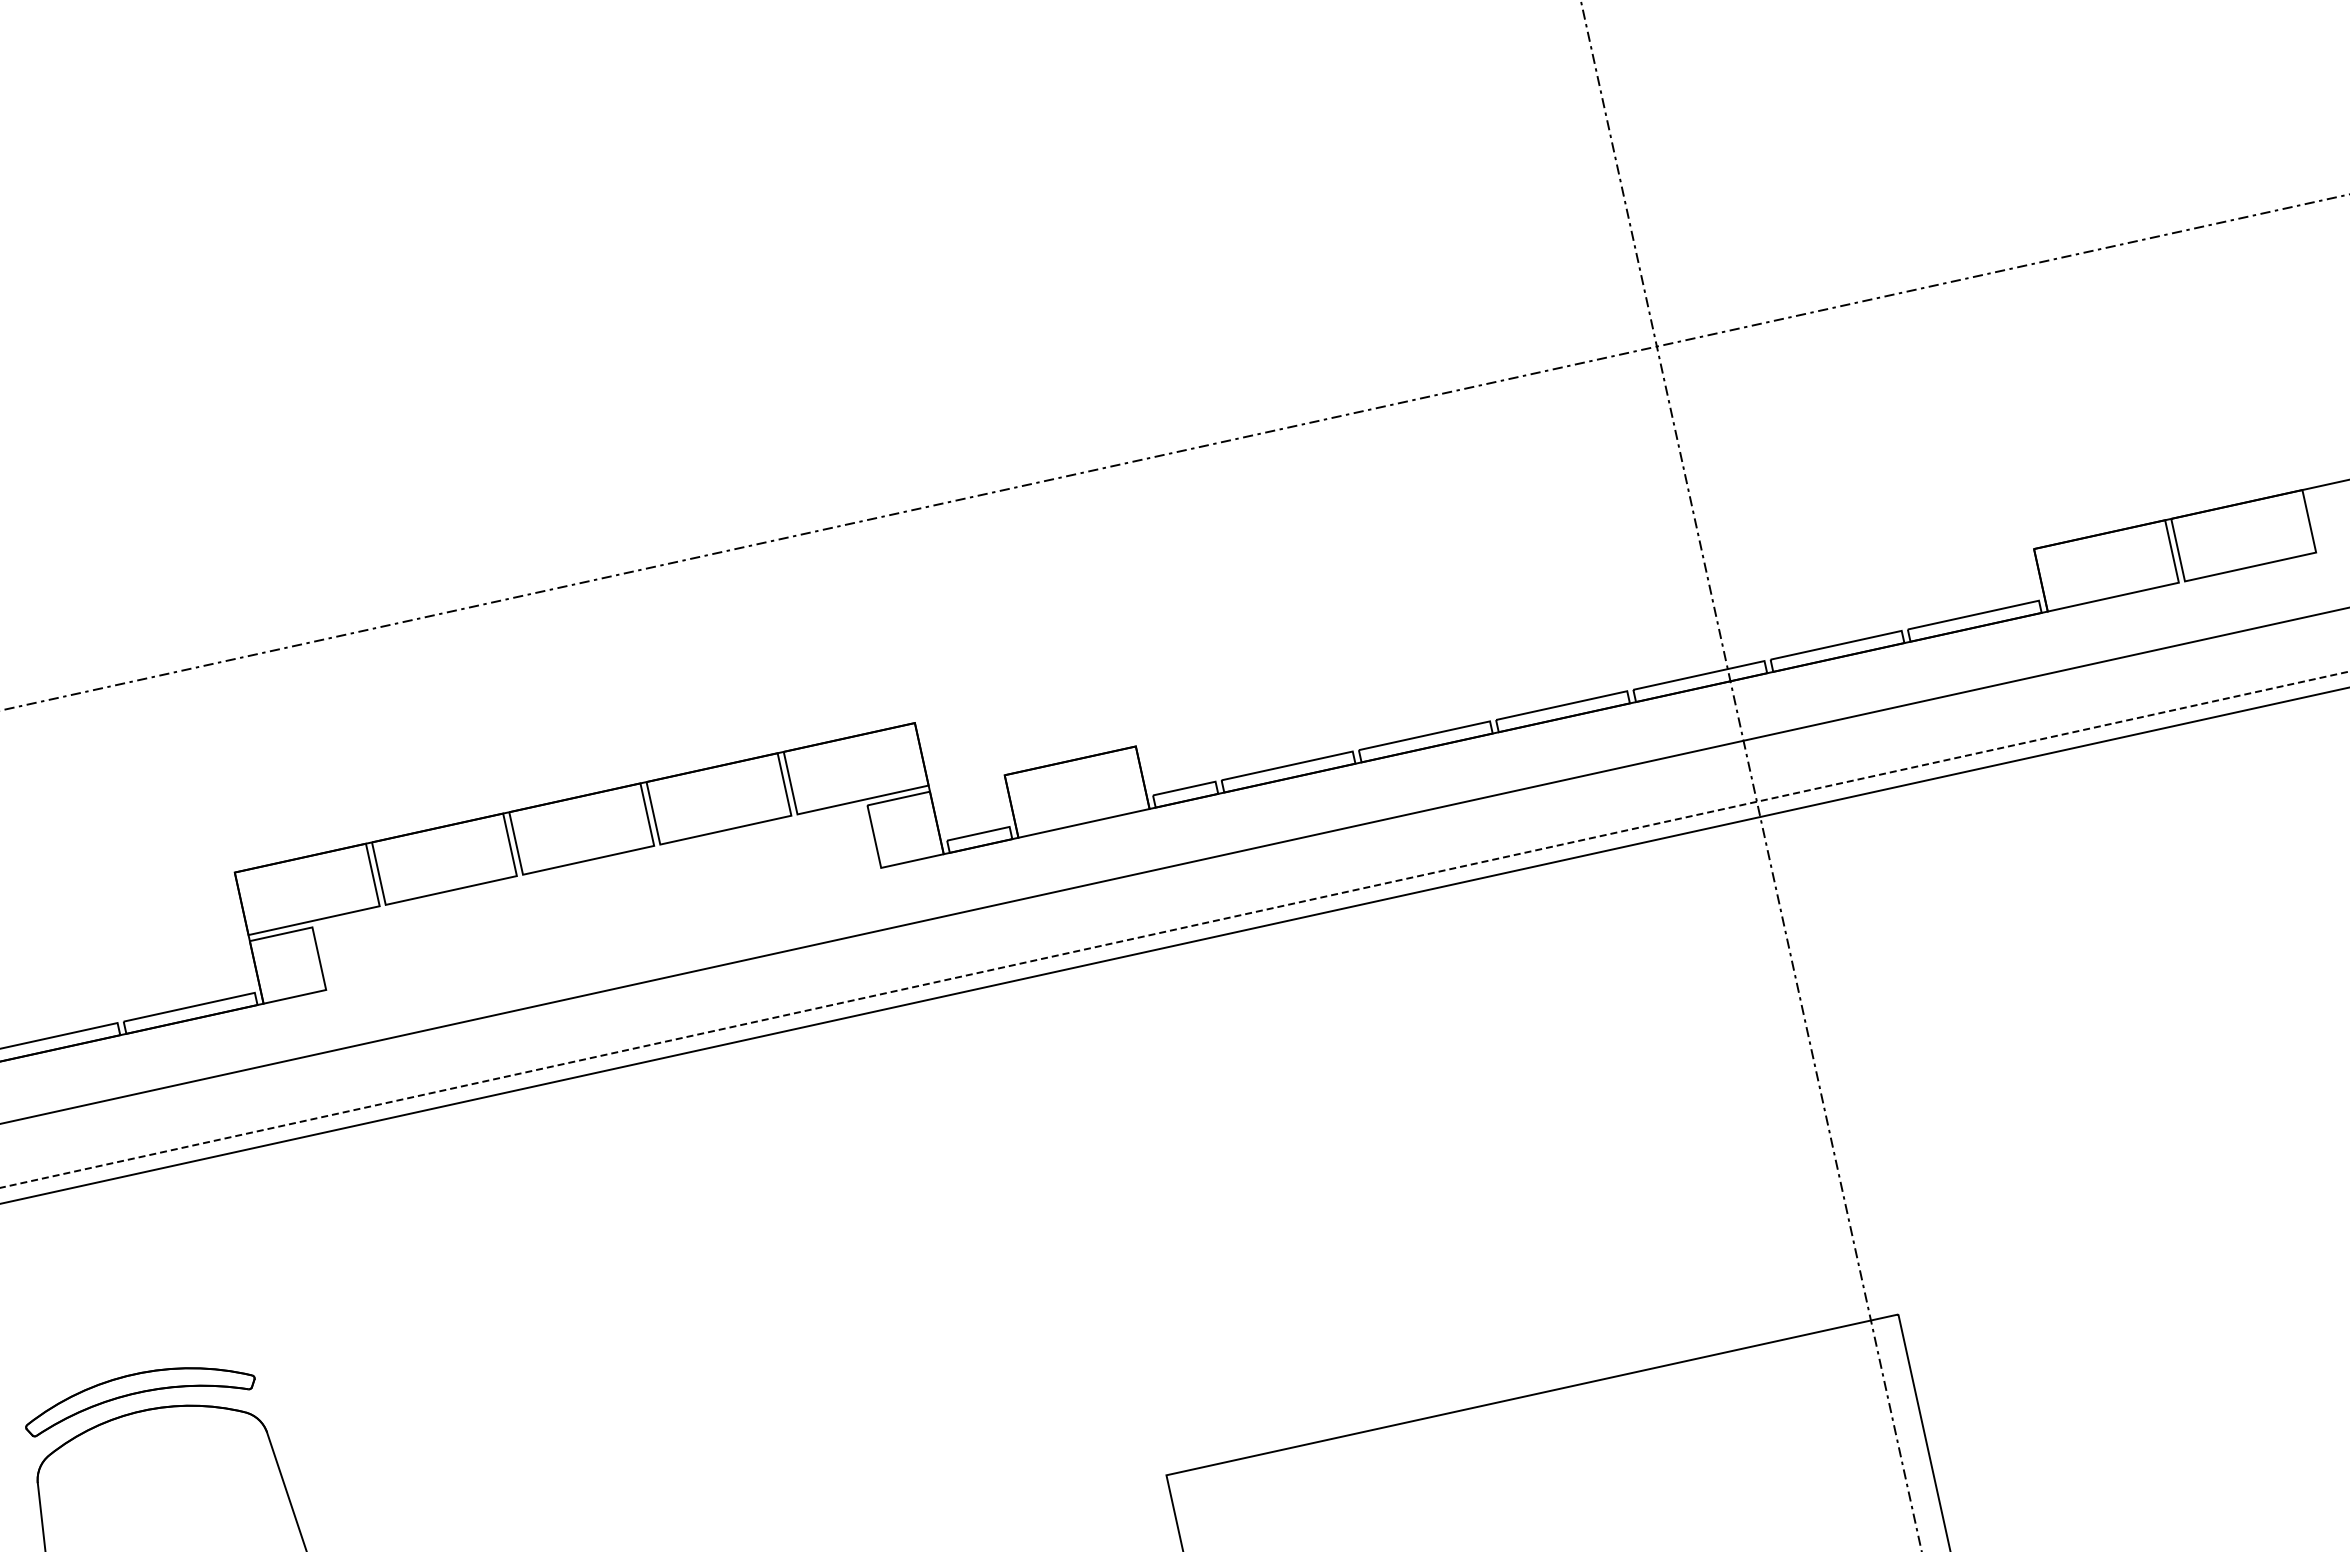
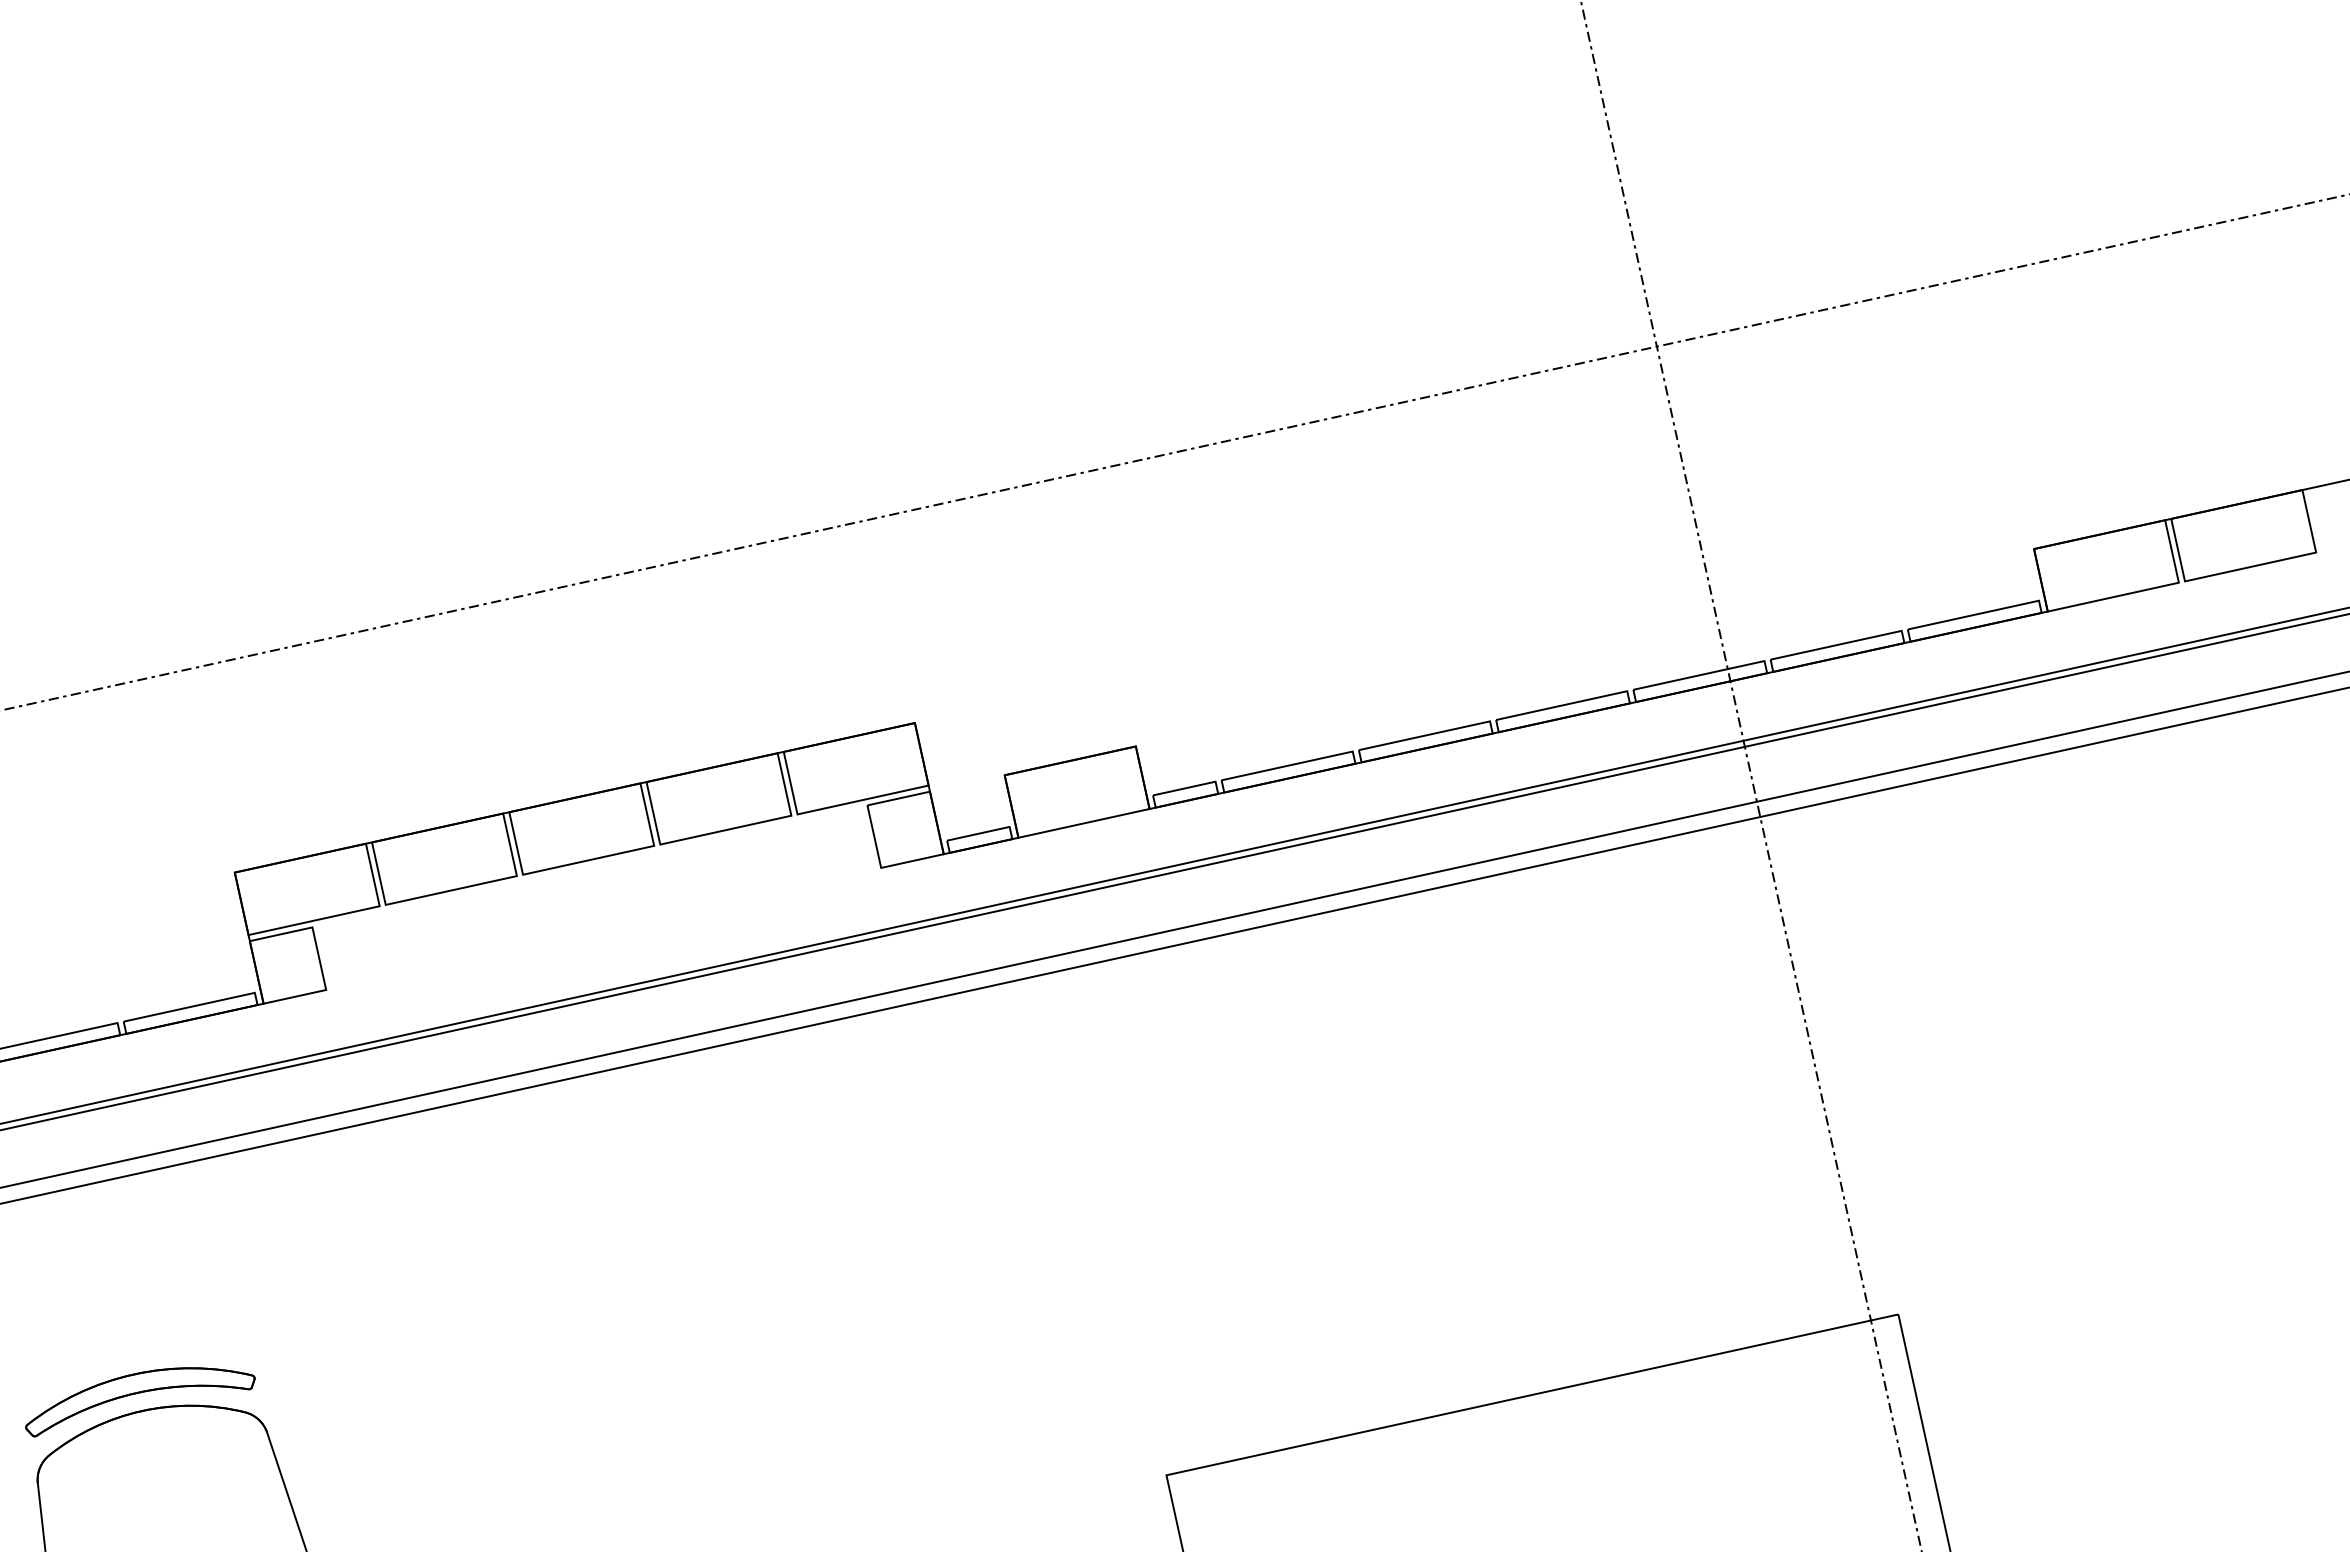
line at (1174, 871): none -> present
line at (1175, 929): dashed -> solid
